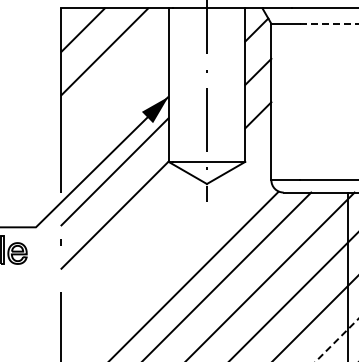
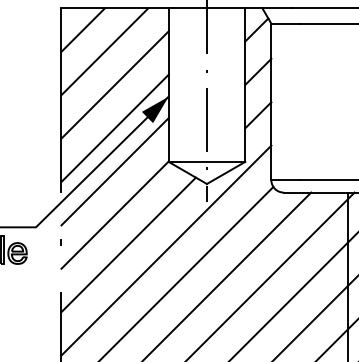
line at (329, 23): dashed -> solid
line at (114, 84): none -> present
line at (114, 127): none -> present
line at (128, 244): none -> present
line at (166, 250): none -> present
line at (194, 275) position: (194, 275) -> (187, 272)
line at (337, 339): dashed -> solid
